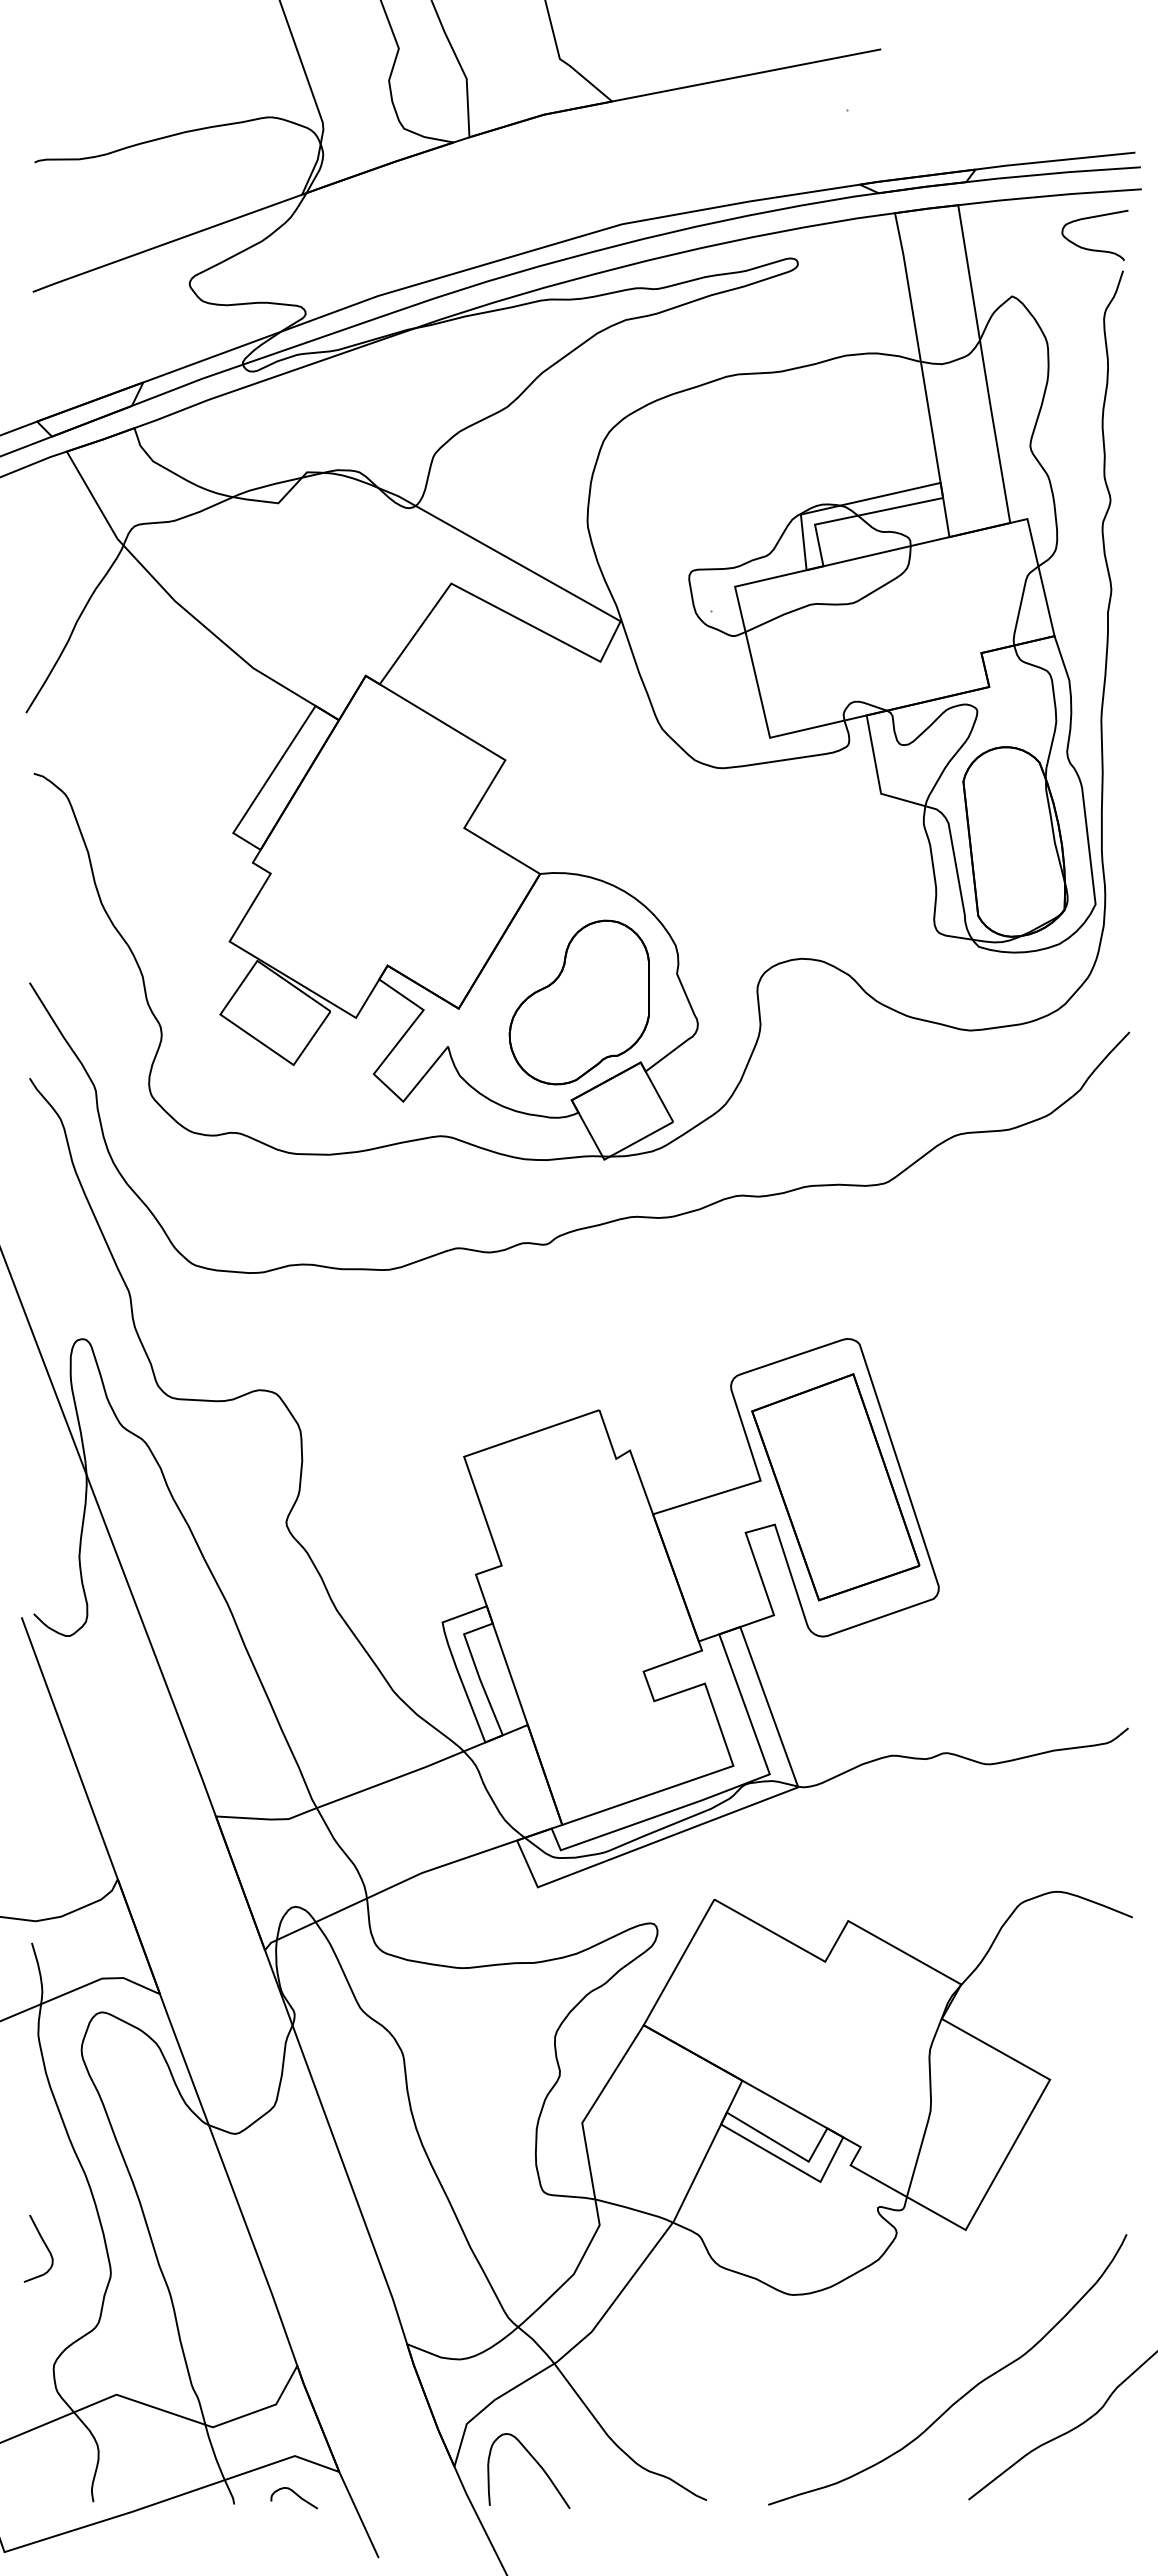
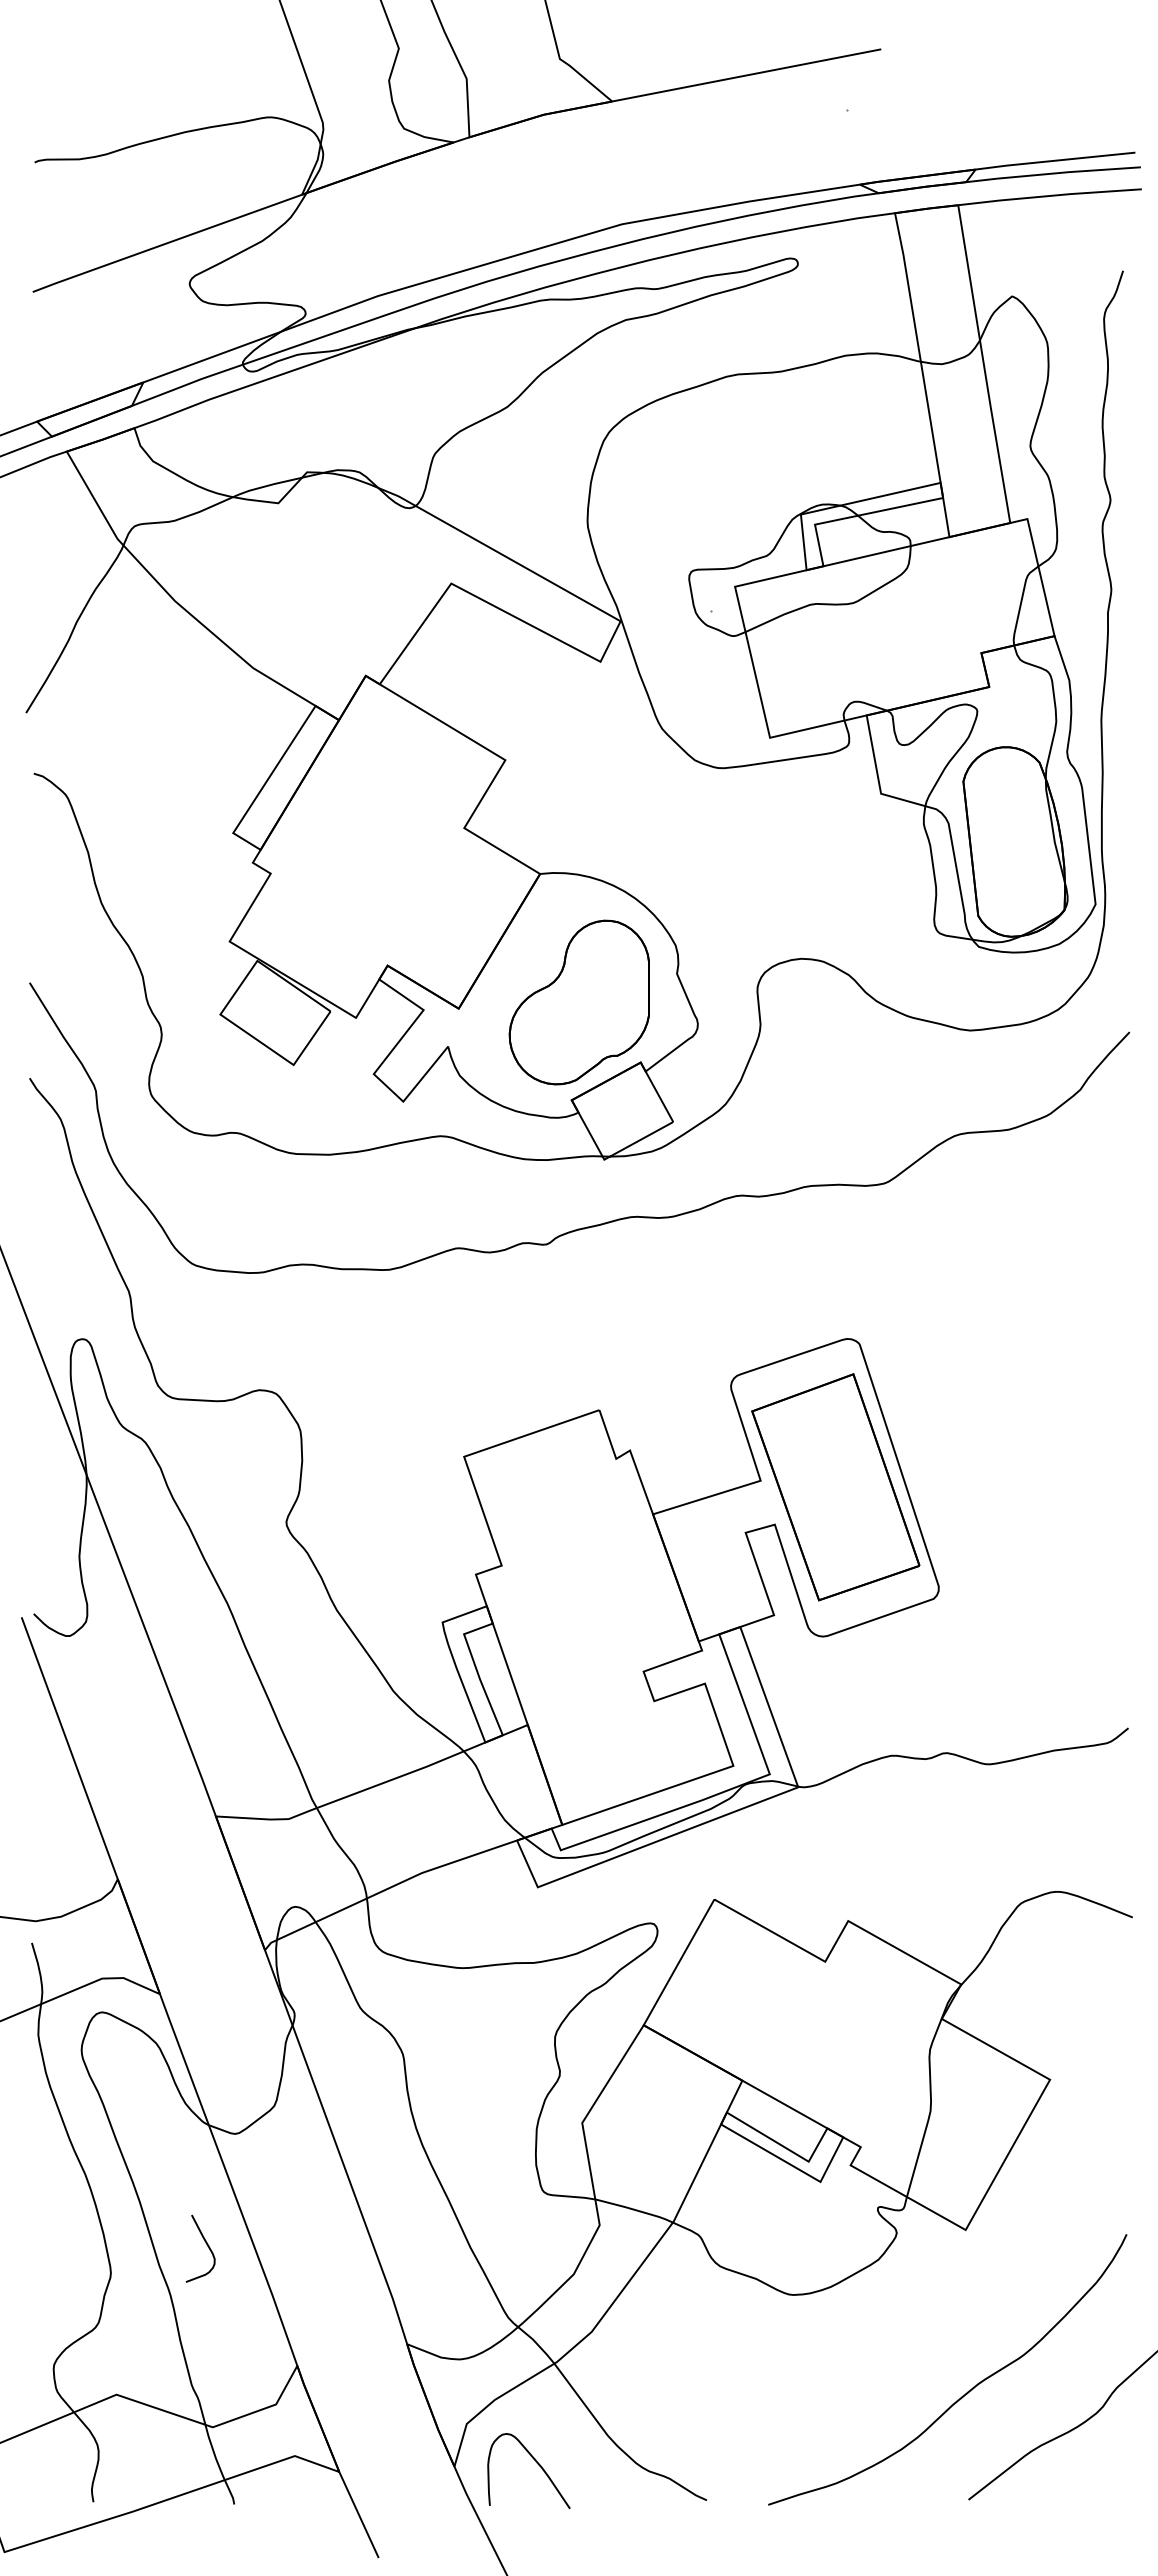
curve at (1089, 248): present -> none
curve at (43, 2243) position: (43, 2243) -> (205, 2243)
curve at (296, 2495): present -> none
